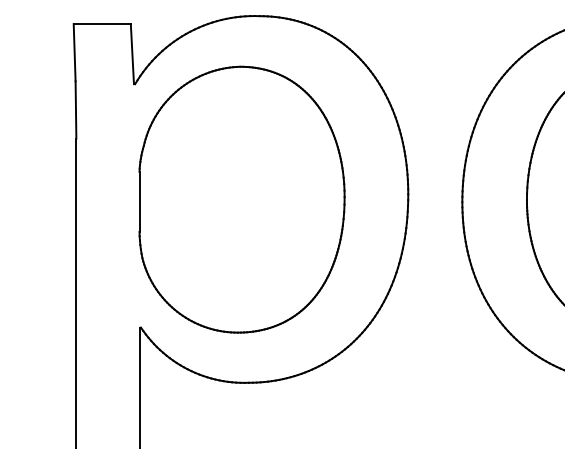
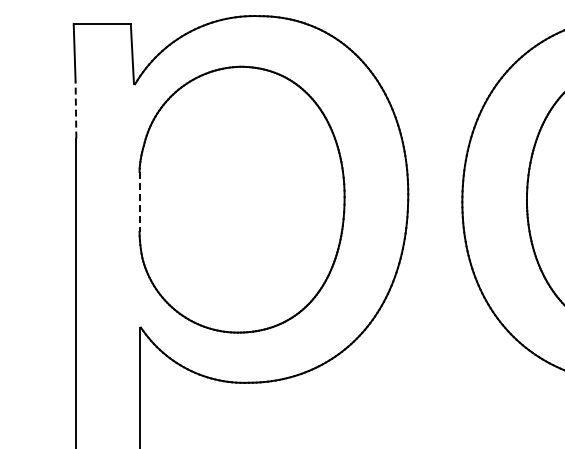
line at (75, 109): solid -> dashed
line at (139, 202): solid -> dashed
